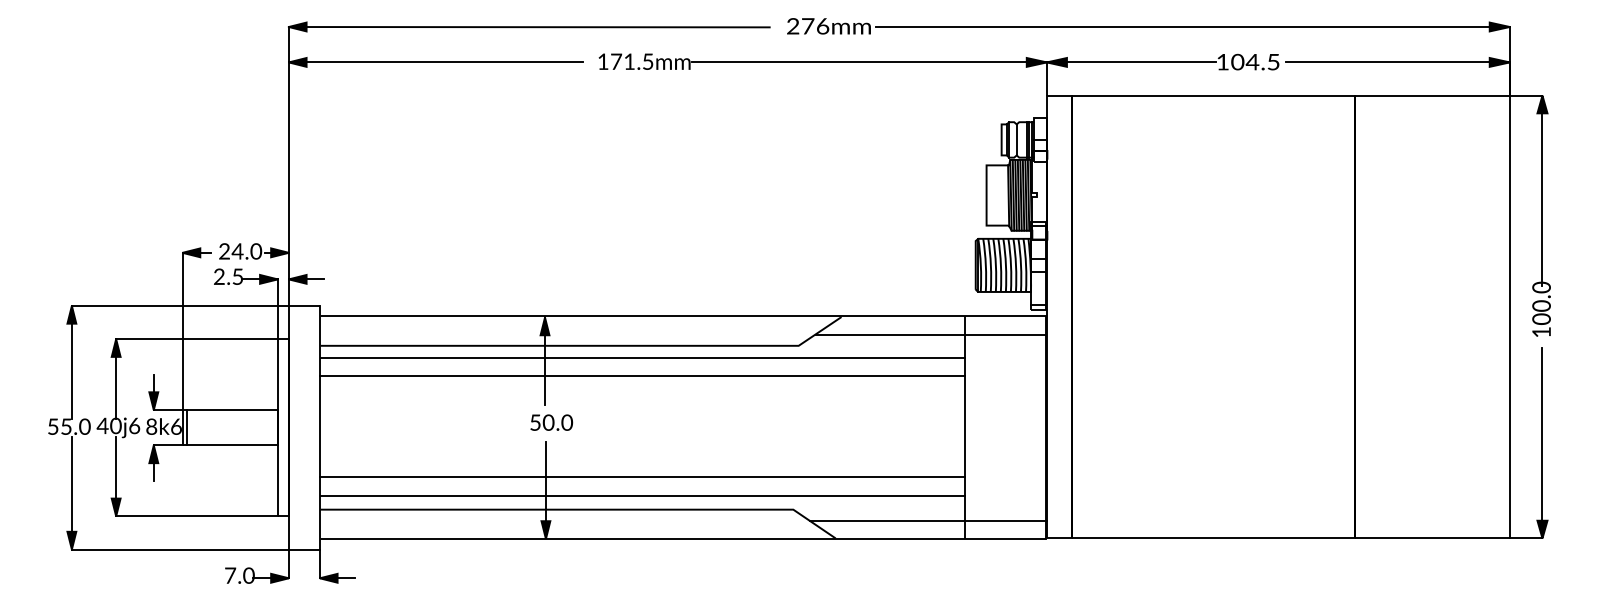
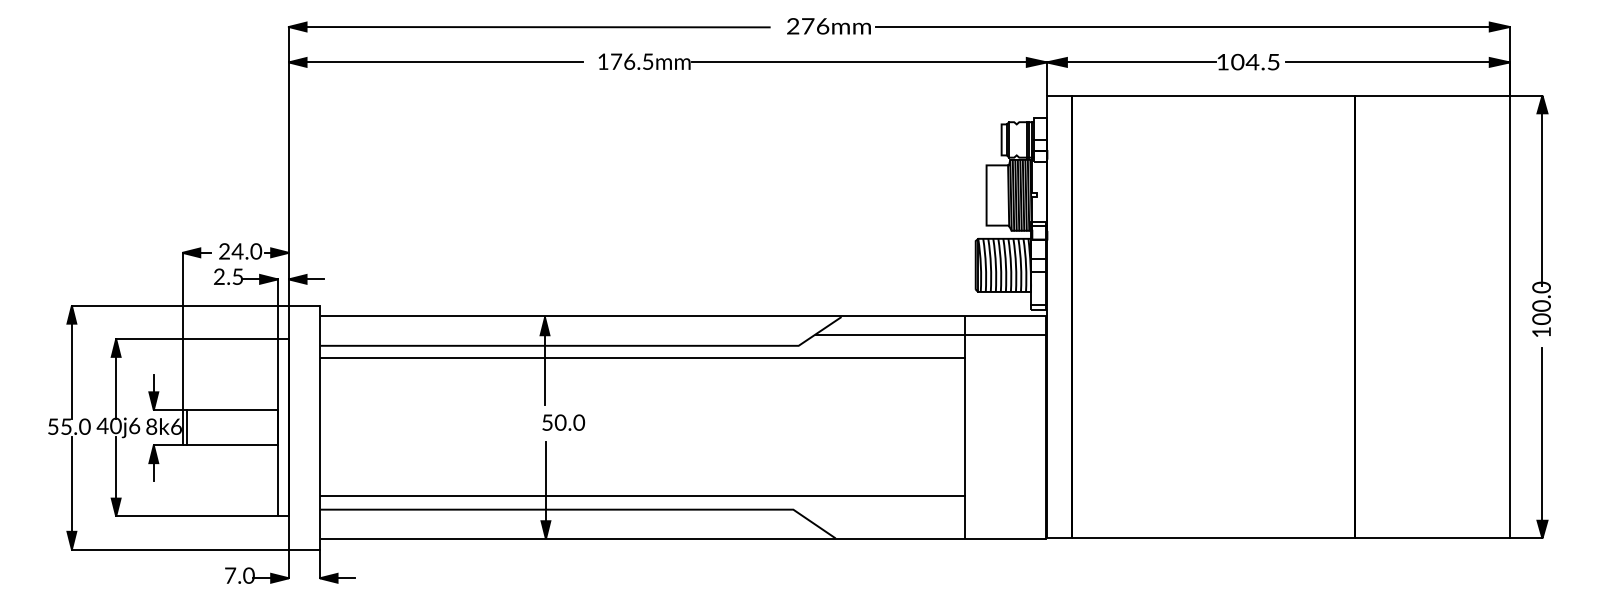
text at (629, 61): 171.5mm -> 176.5mm
line at (1016, 139): present -> none
line at (642, 376): present -> none
text at (551, 422) position: (551, 422) -> (563, 422)
line at (642, 477): present -> none
line at (928, 520): present -> none
